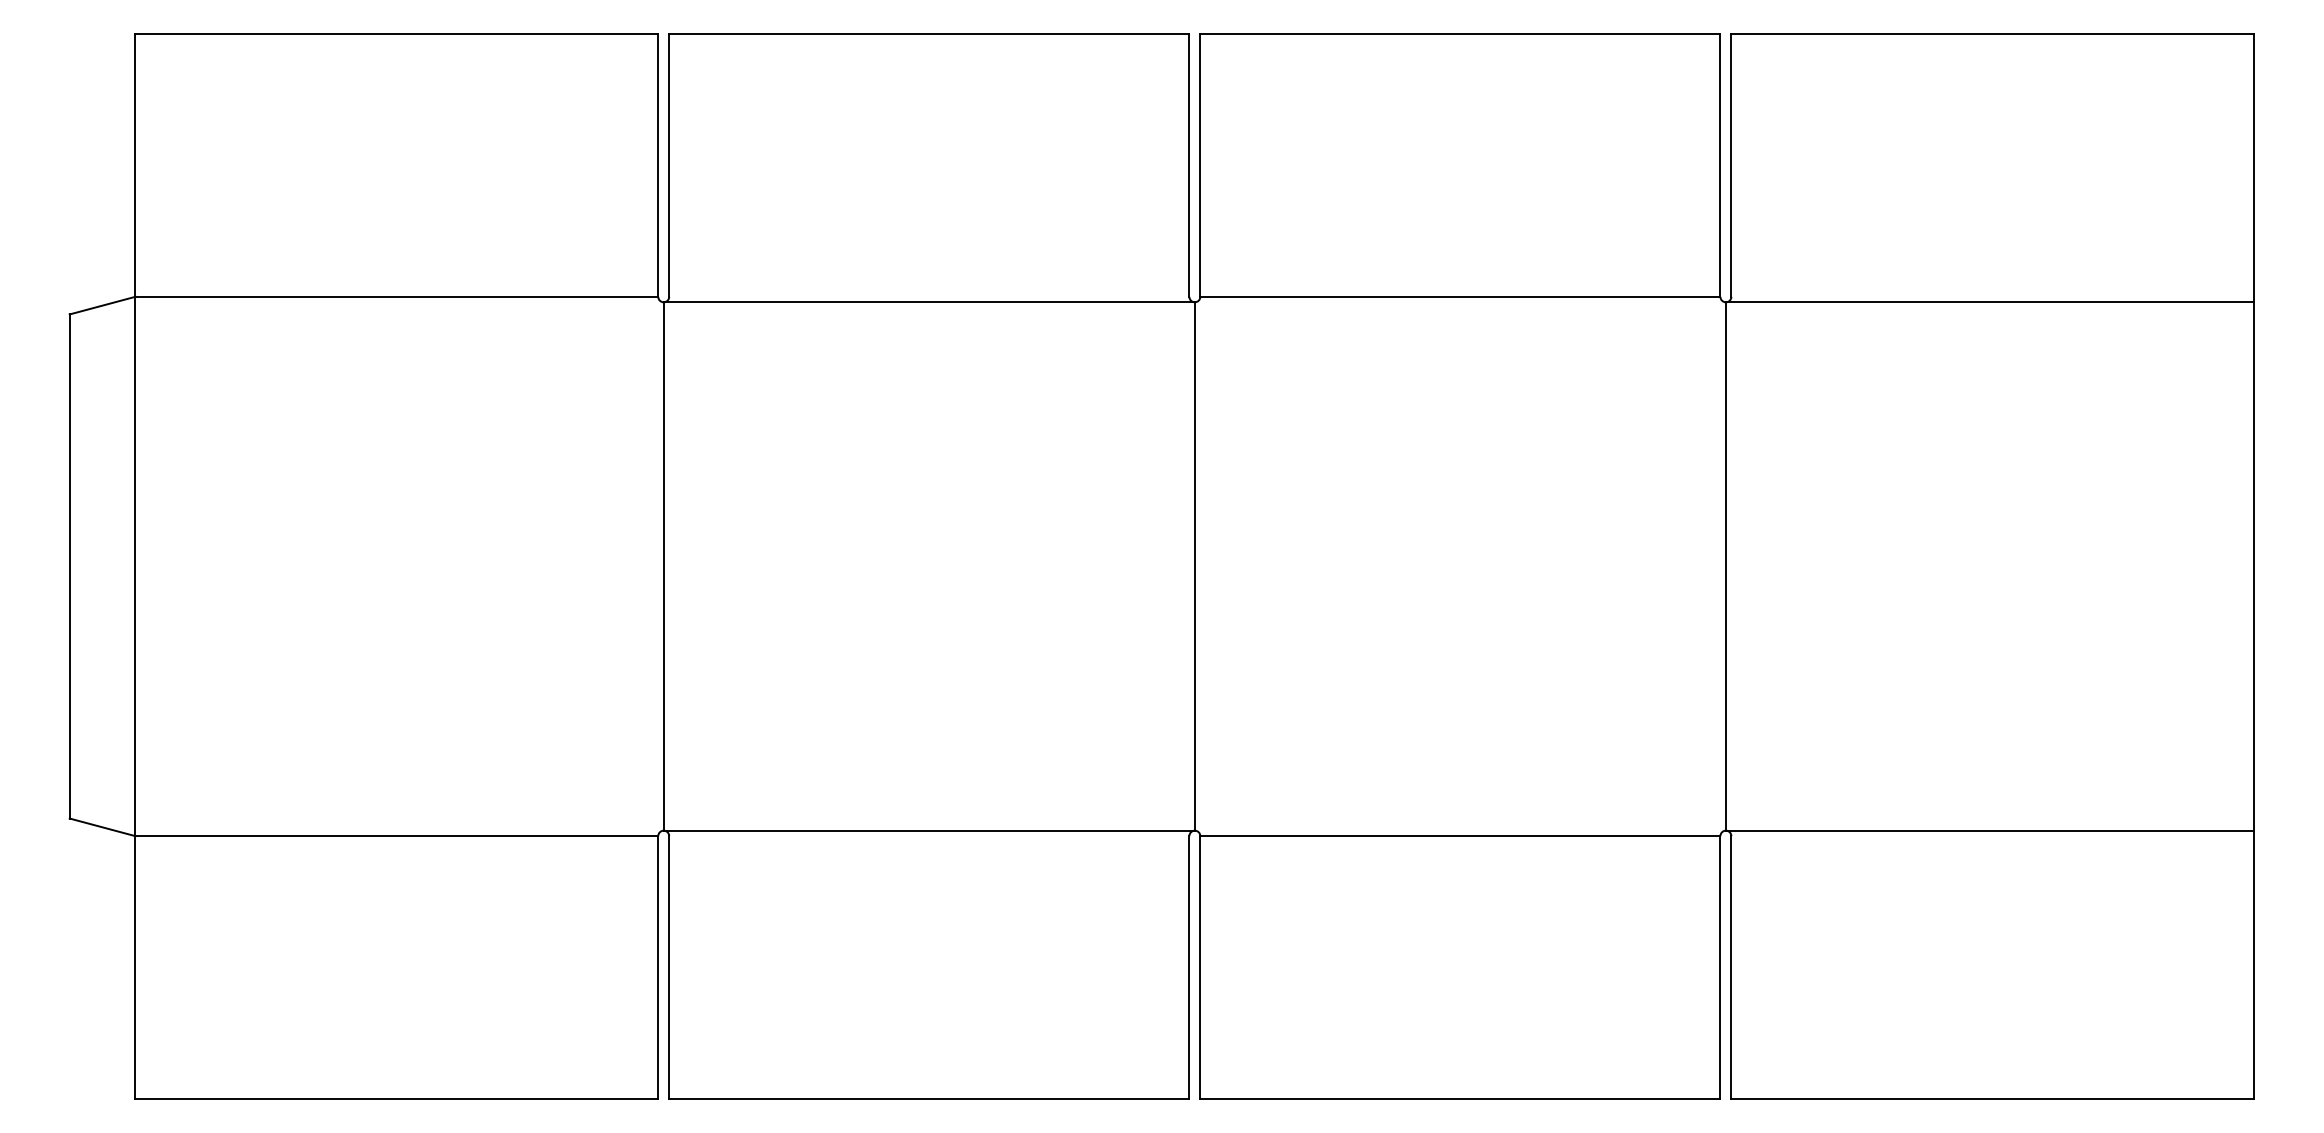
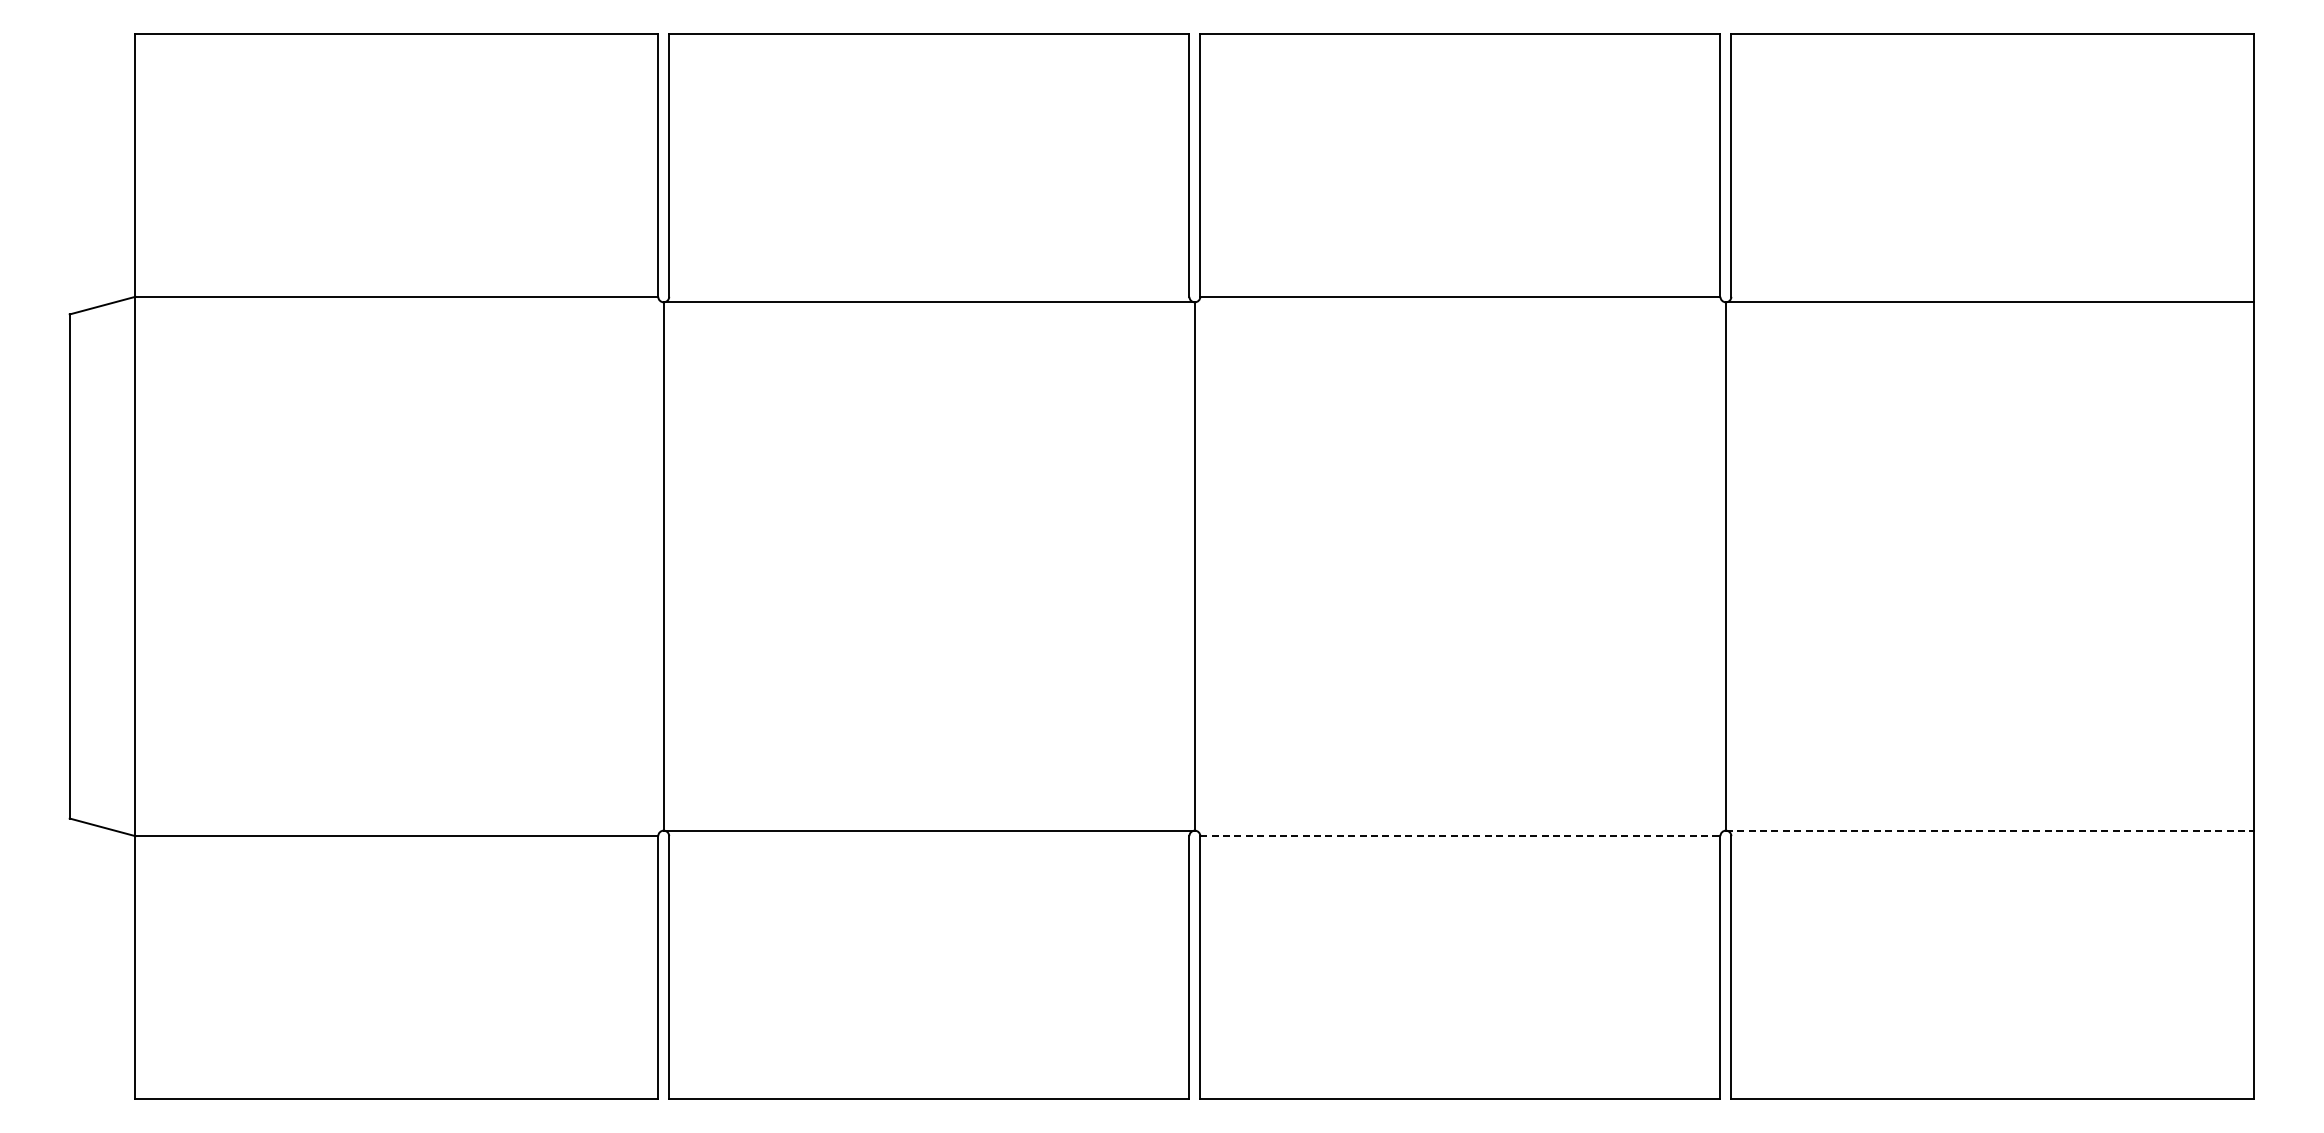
line at (1990, 830): solid -> dashed
line at (1460, 836): solid -> dashed
